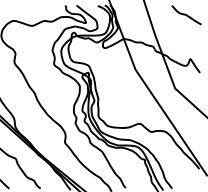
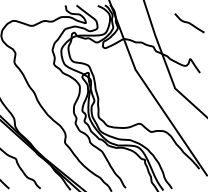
curve at (186, 15) position: (186, 15) -> (189, 23)
